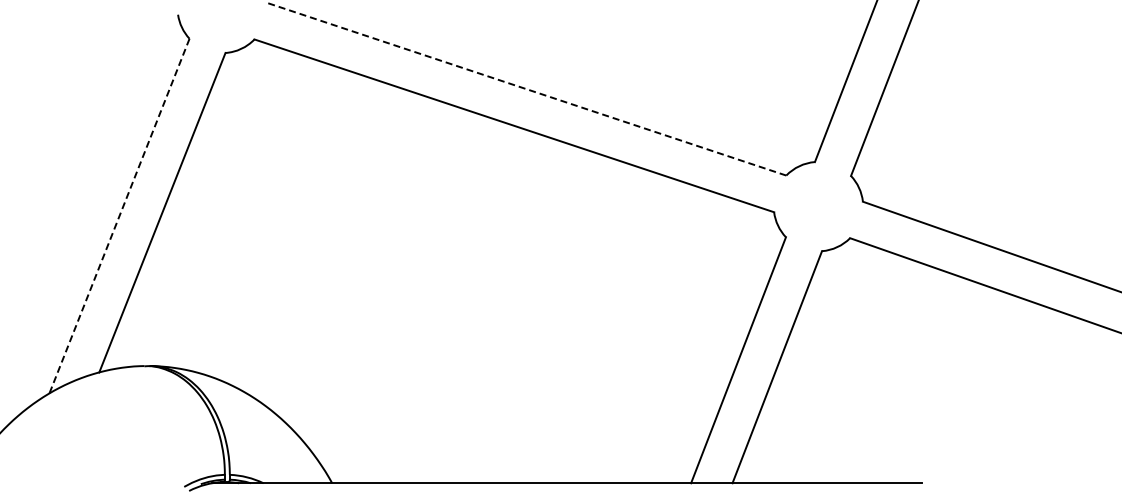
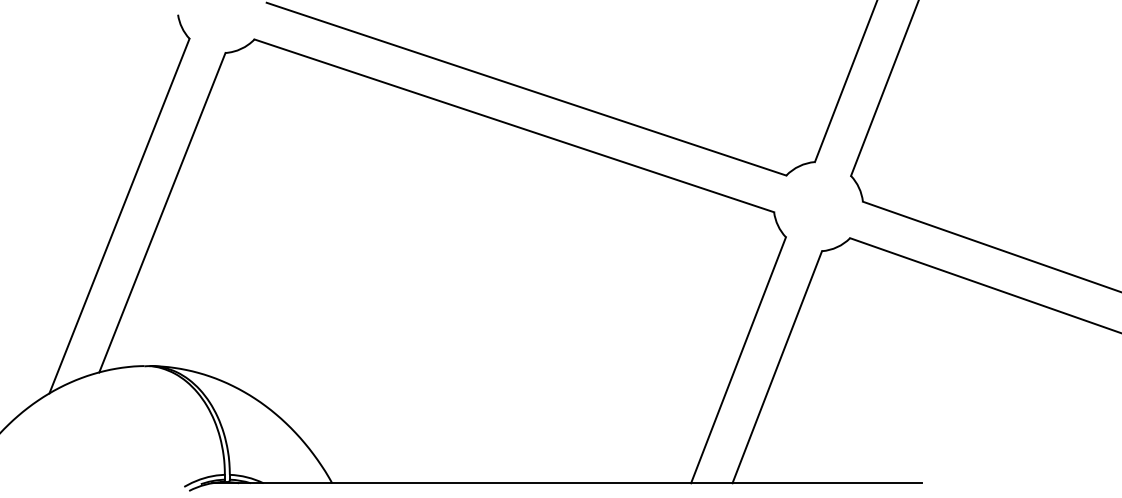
line at (526, 89): dashed -> solid
line at (119, 216): dashed -> solid
